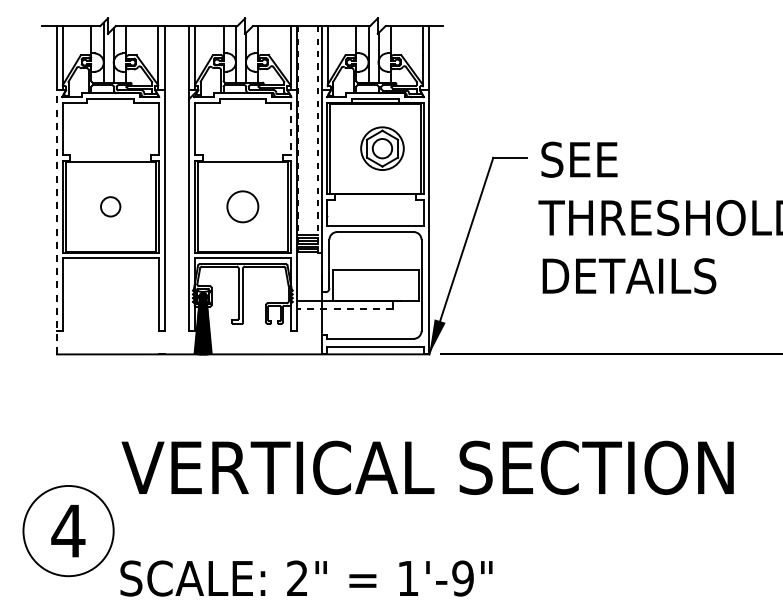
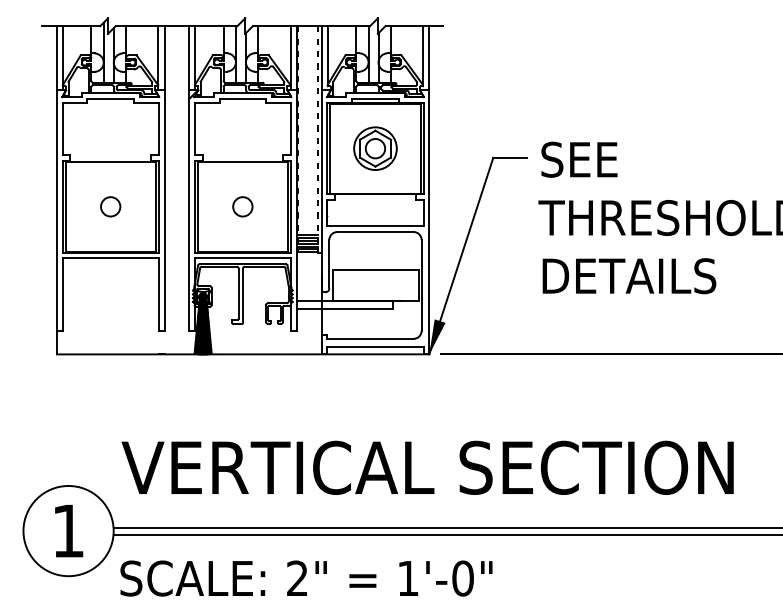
line at (290, 129): dashed -> solid
part at (382, 148) position: (382, 148) -> (375, 148)
circle at (242, 206) diameter: 31 px -> 19 px
line at (56, 222): dashed -> solid
line at (344, 309): dashed -> solid
line at (447, 527): none -> present
text at (68, 530): 4 -> 1
line at (447, 535): none -> present
text at (462, 578): 1'-9" -> 1'-0"
